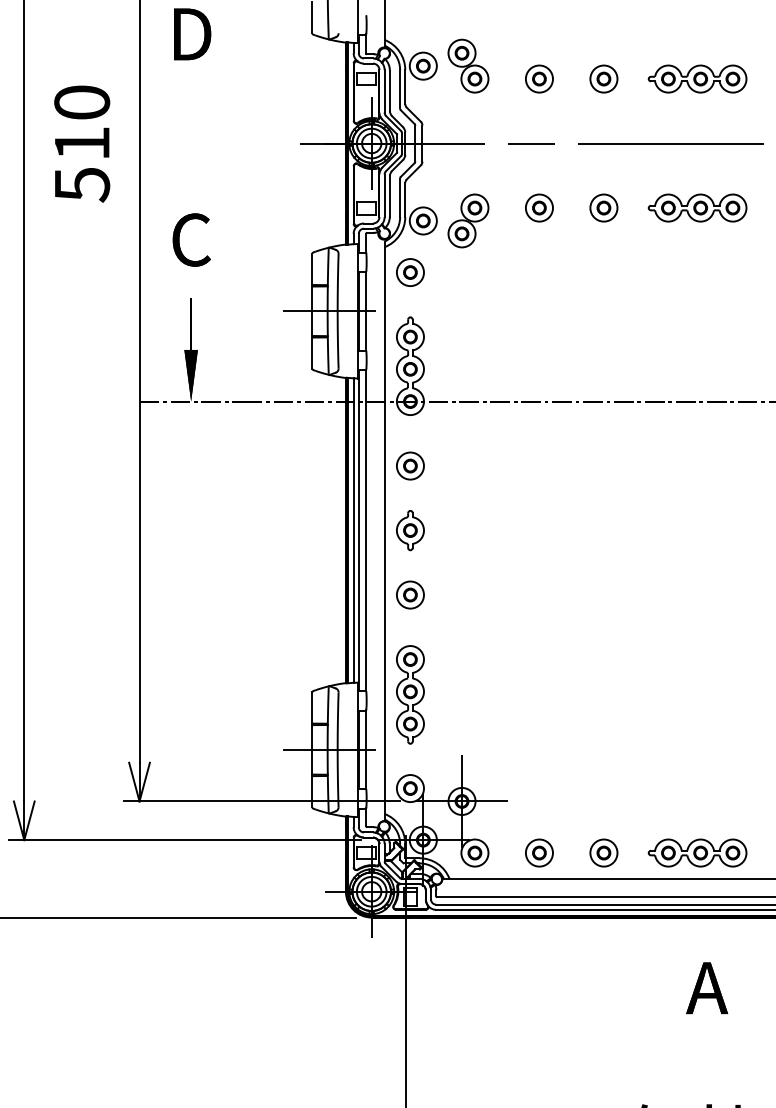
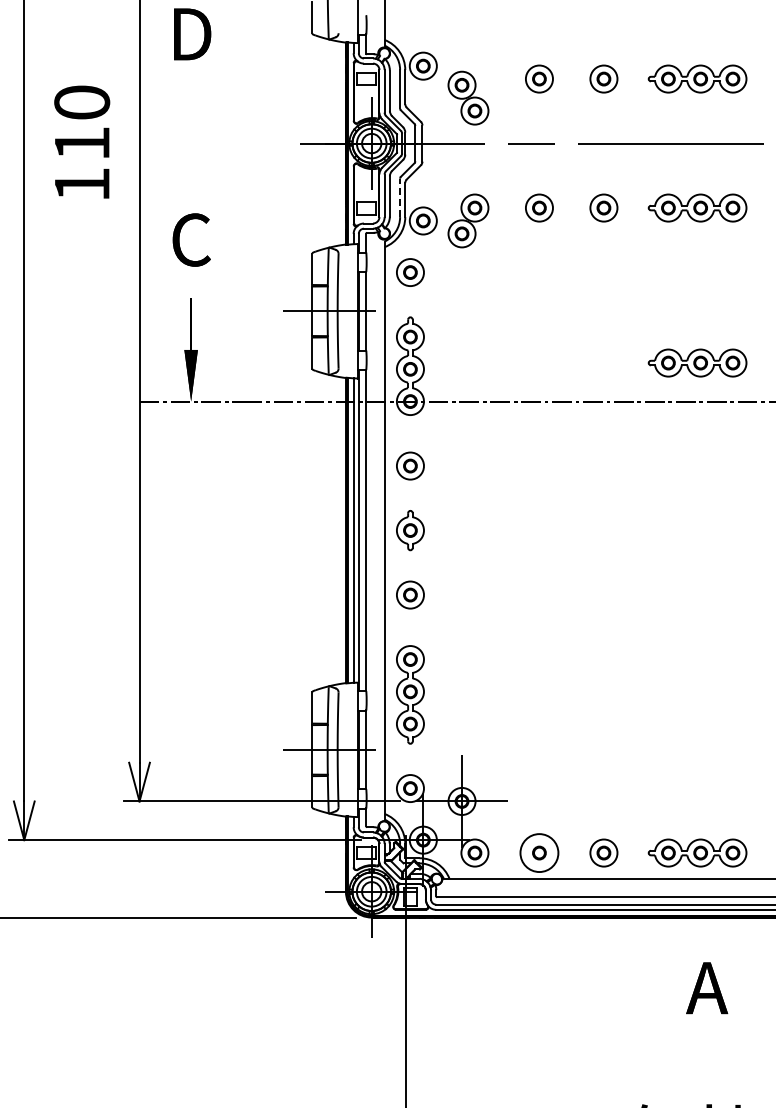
part at (468, 65) position: (468, 65) -> (468, 97)
text at (82, 185): 510 -> 110
line at (400, 197): solid -> dashed
part at (697, 362): none -> present
circle at (538, 852) diameter: 27 px -> 38 px
